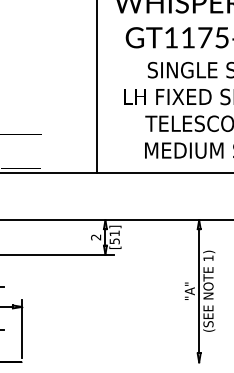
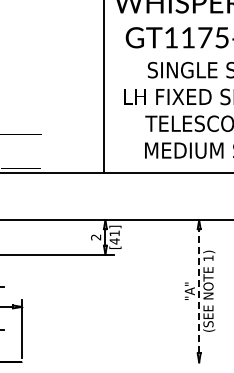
line at (96, 87) position: (96, 87) -> (103, 87)
text at (114, 241): [51] -> [41]
line at (199, 290): solid -> dashed
